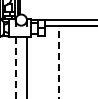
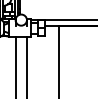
line at (58, 62): dashed -> solid
line at (15, 67): dashed -> solid
